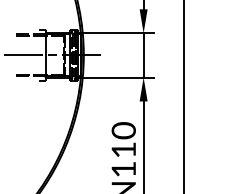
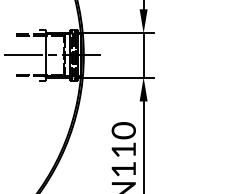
line at (183, 96): present -> none
